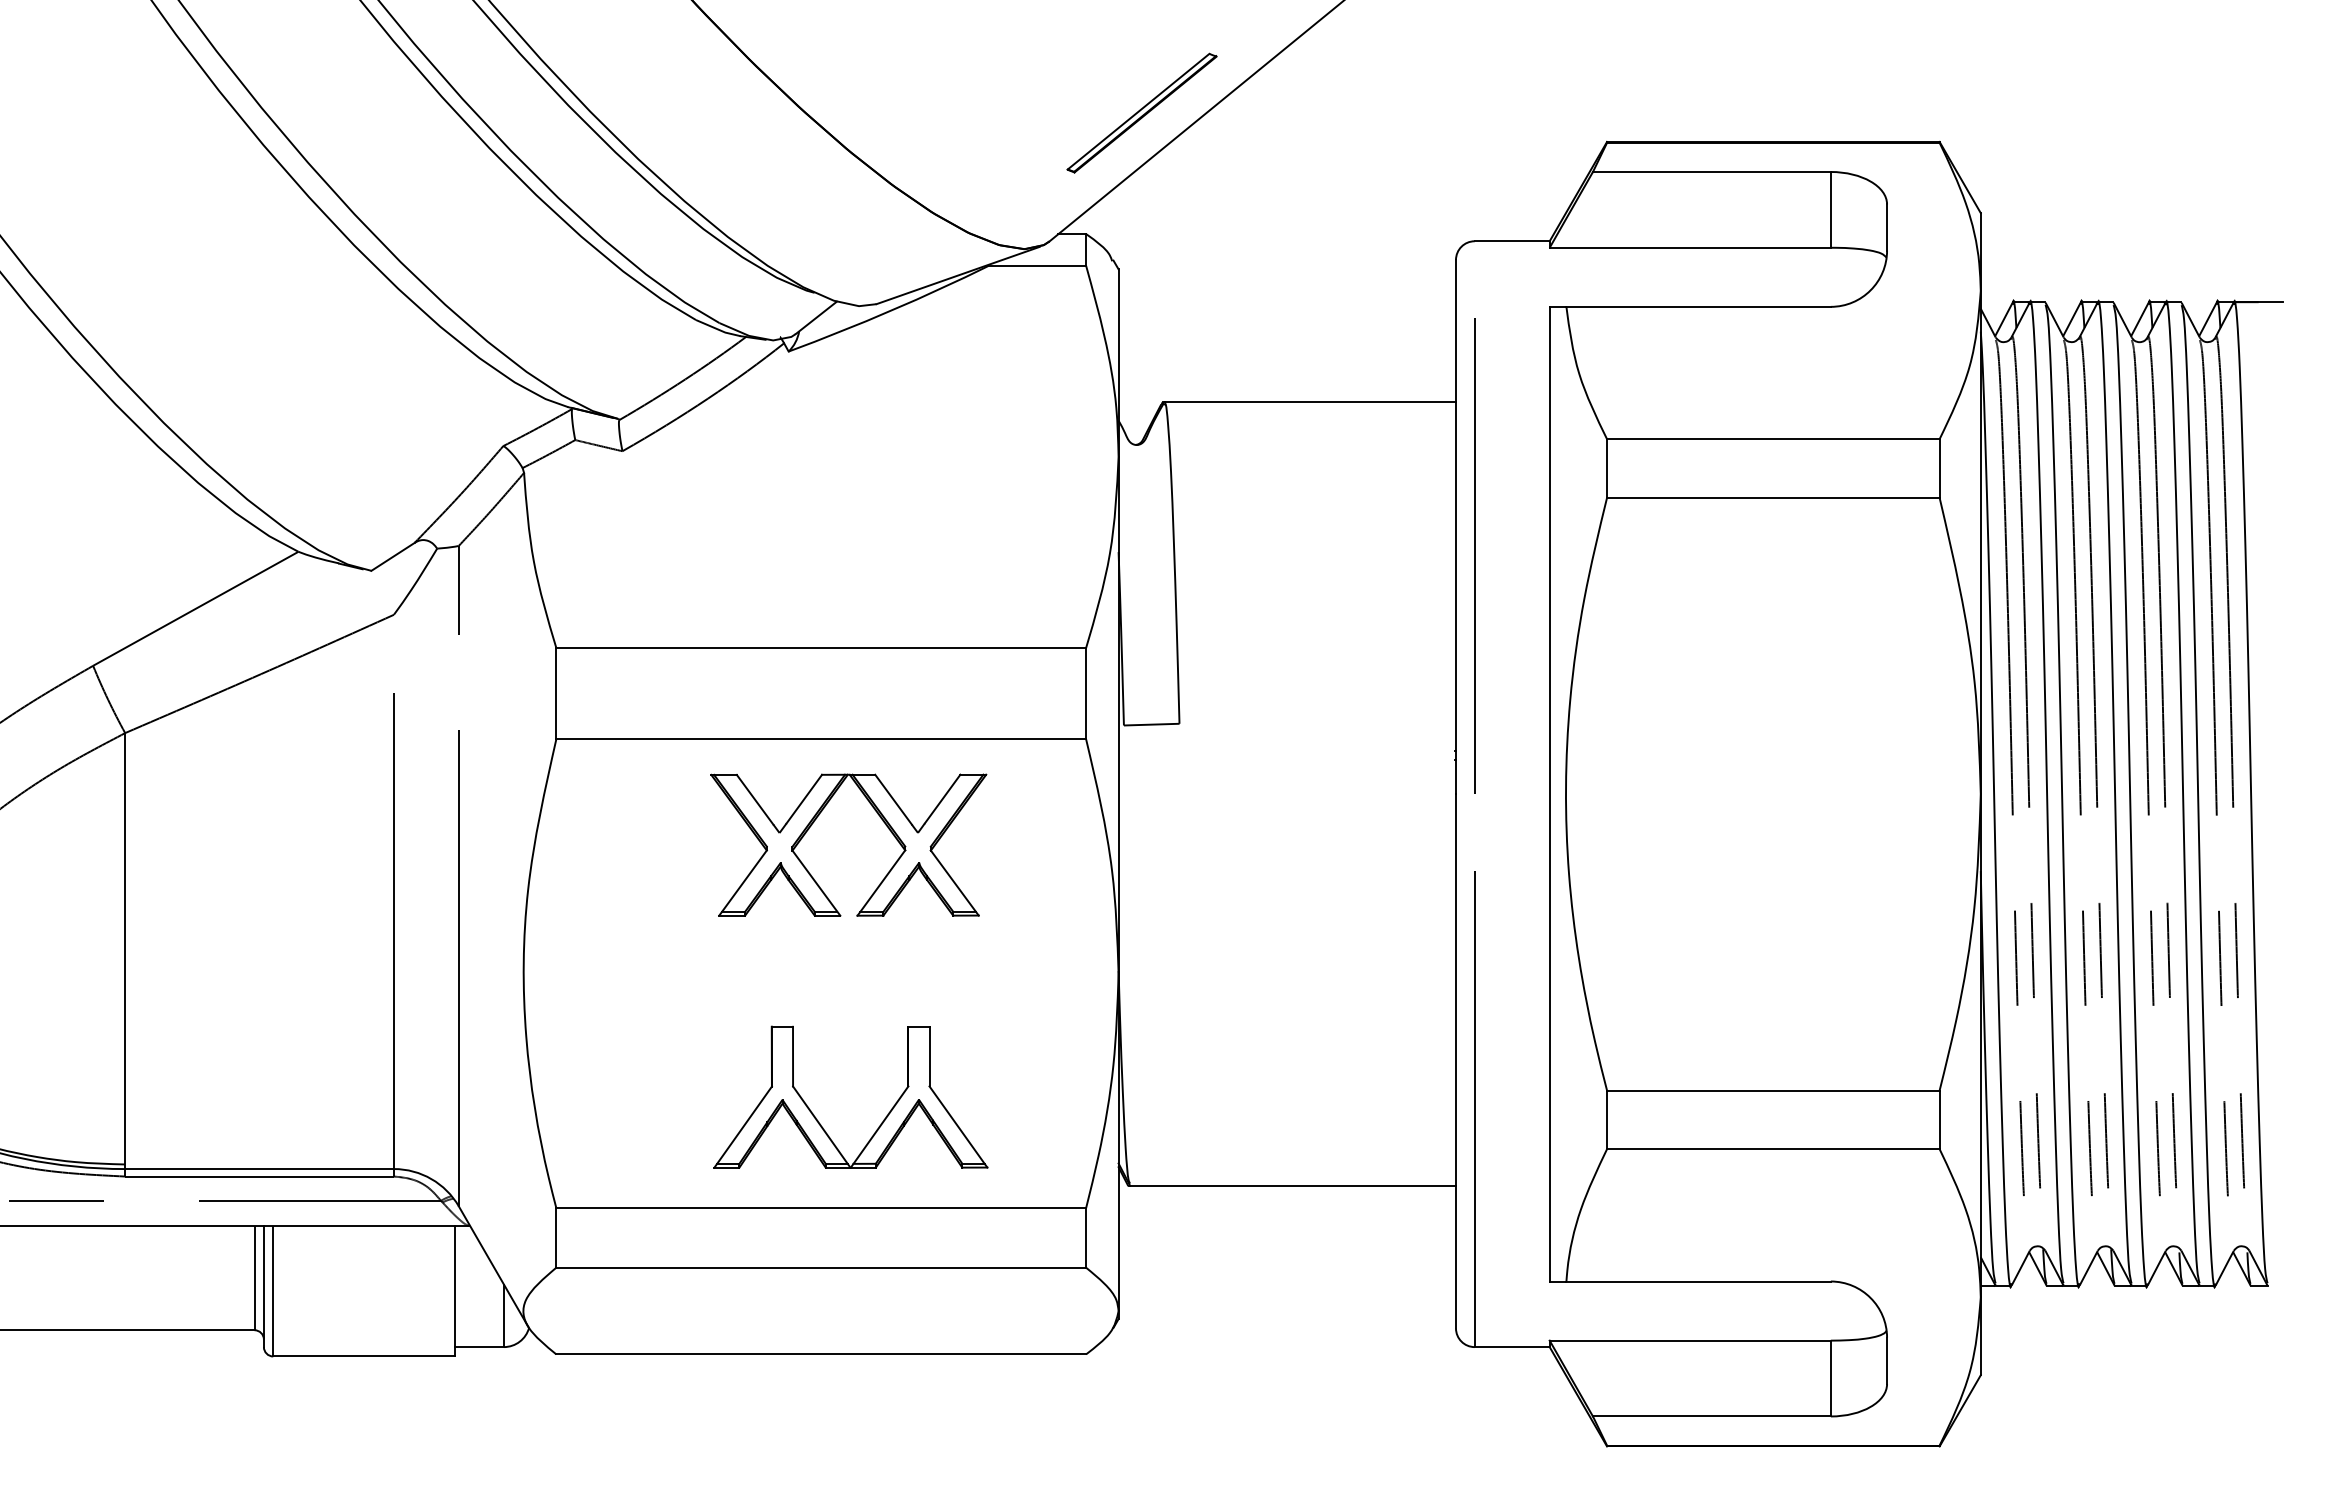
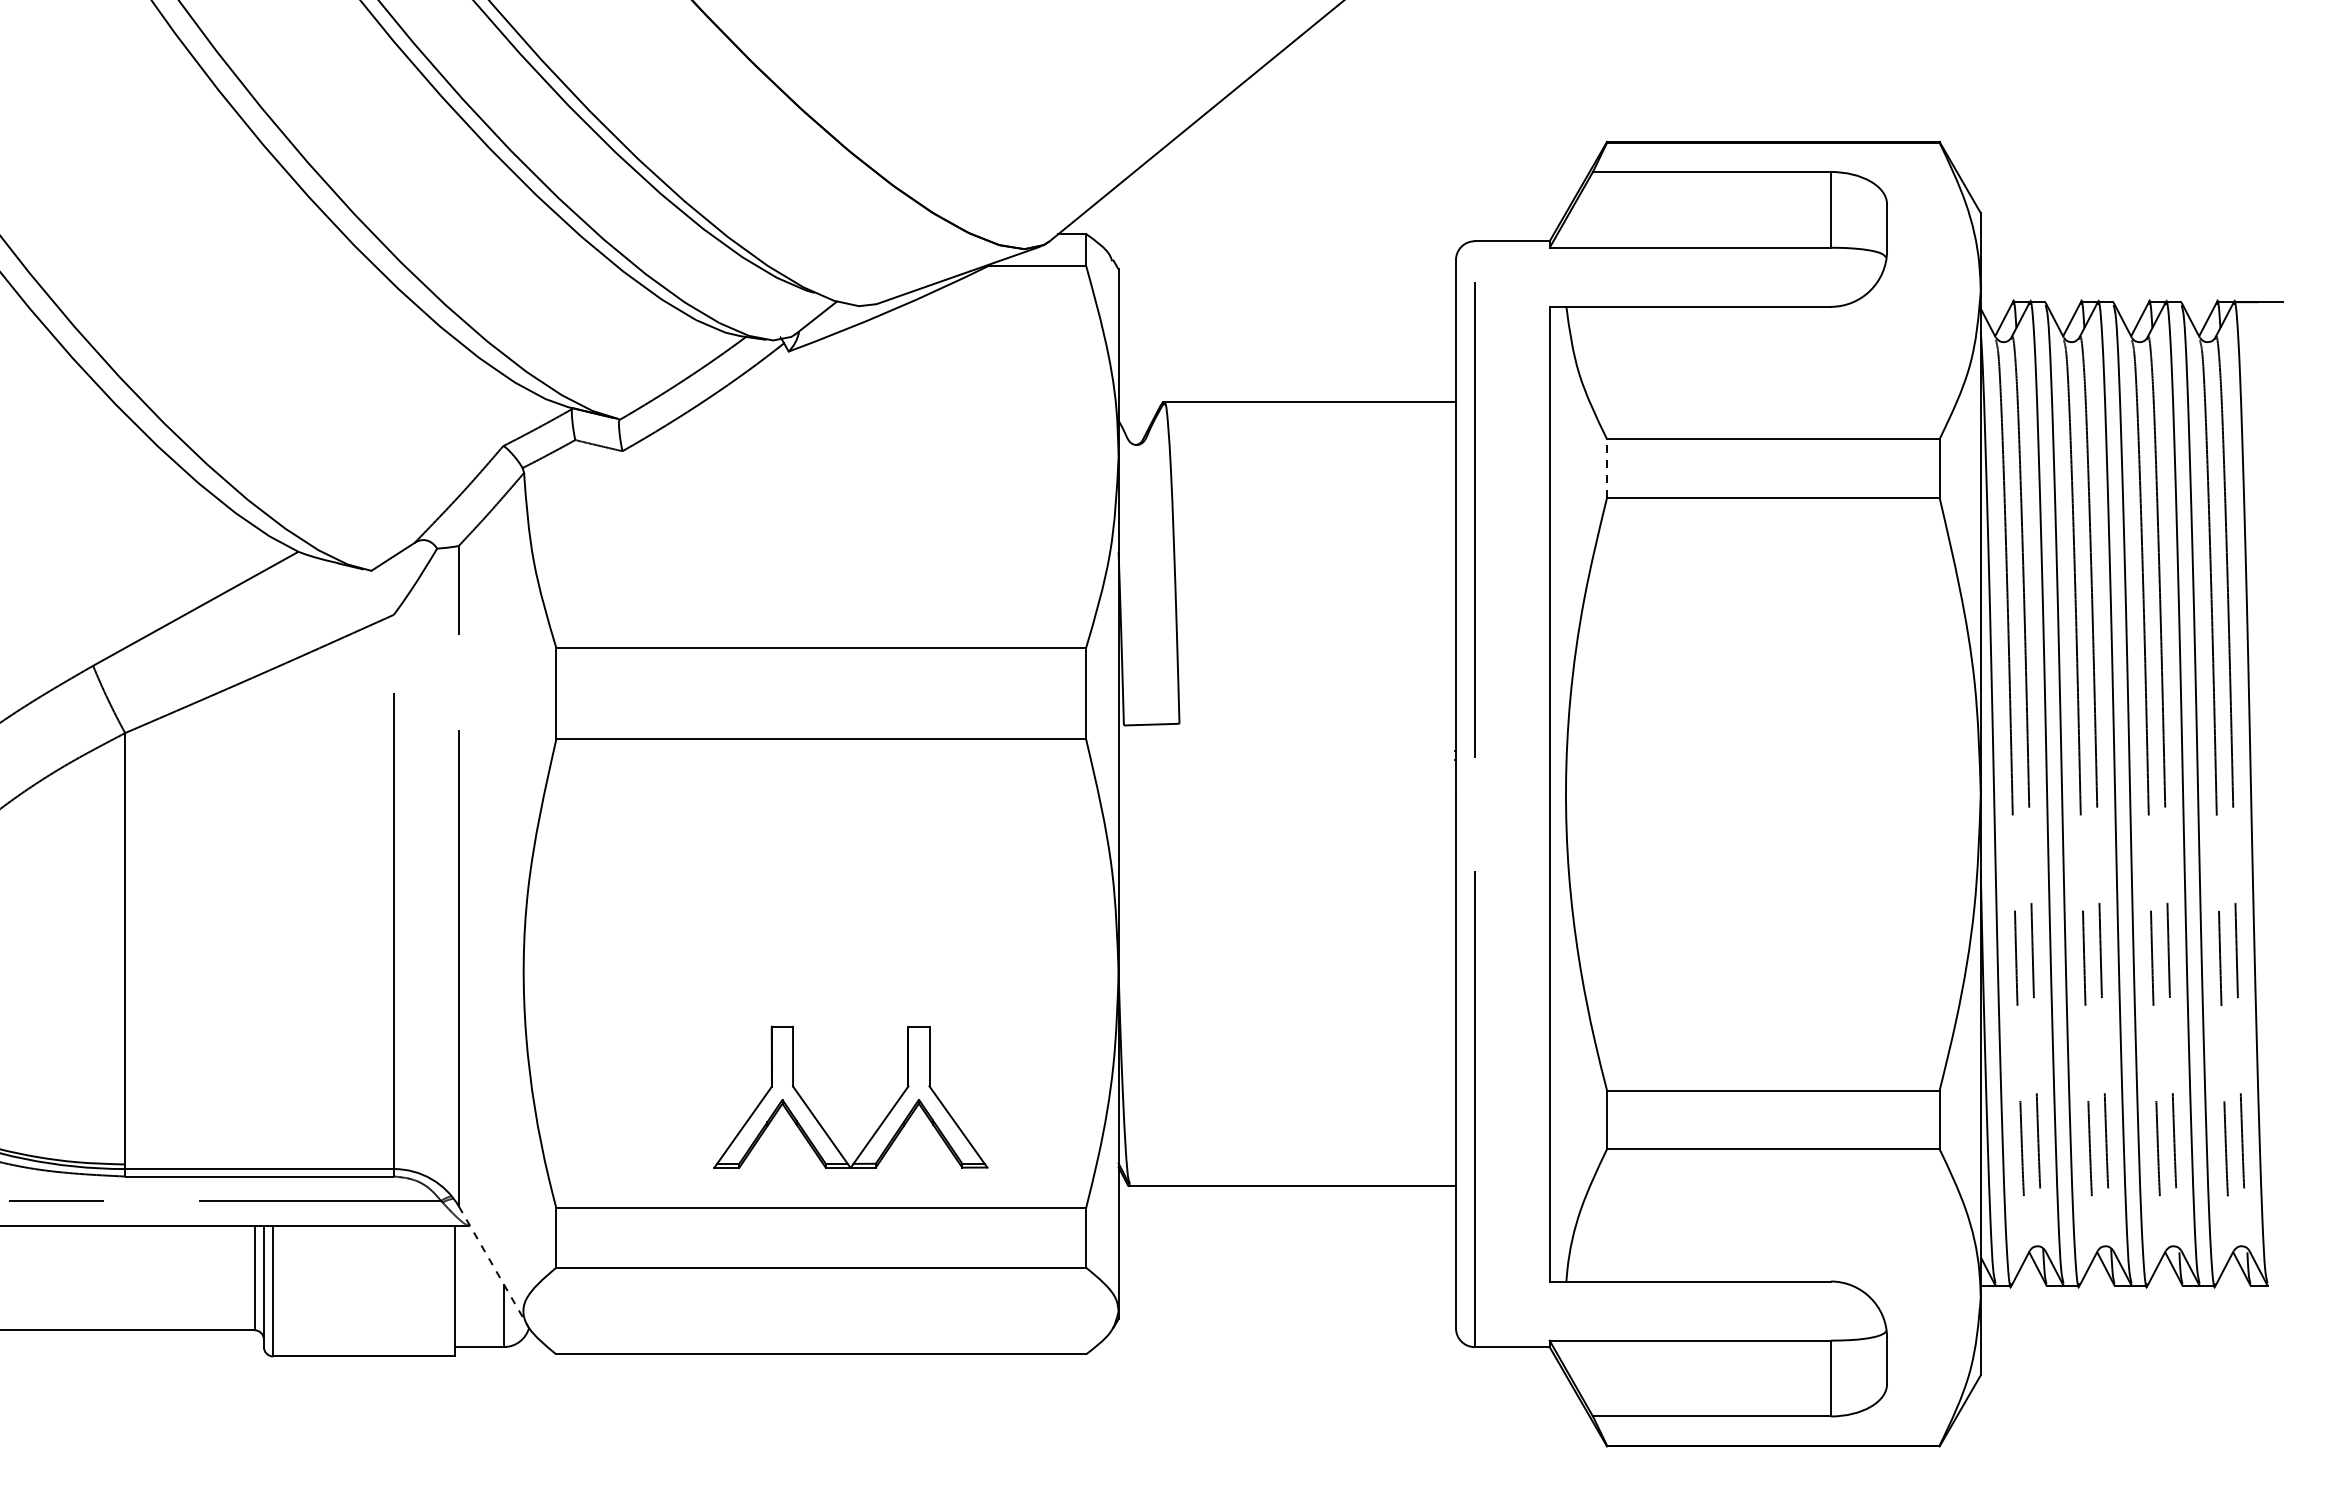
part at (1141, 112): present -> none
line at (1607, 468): solid -> dashed
line at (1474, 555) position: (1474, 555) -> (1474, 519)
part at (817, 818): present -> none
line at (493, 1266): solid -> dashed
